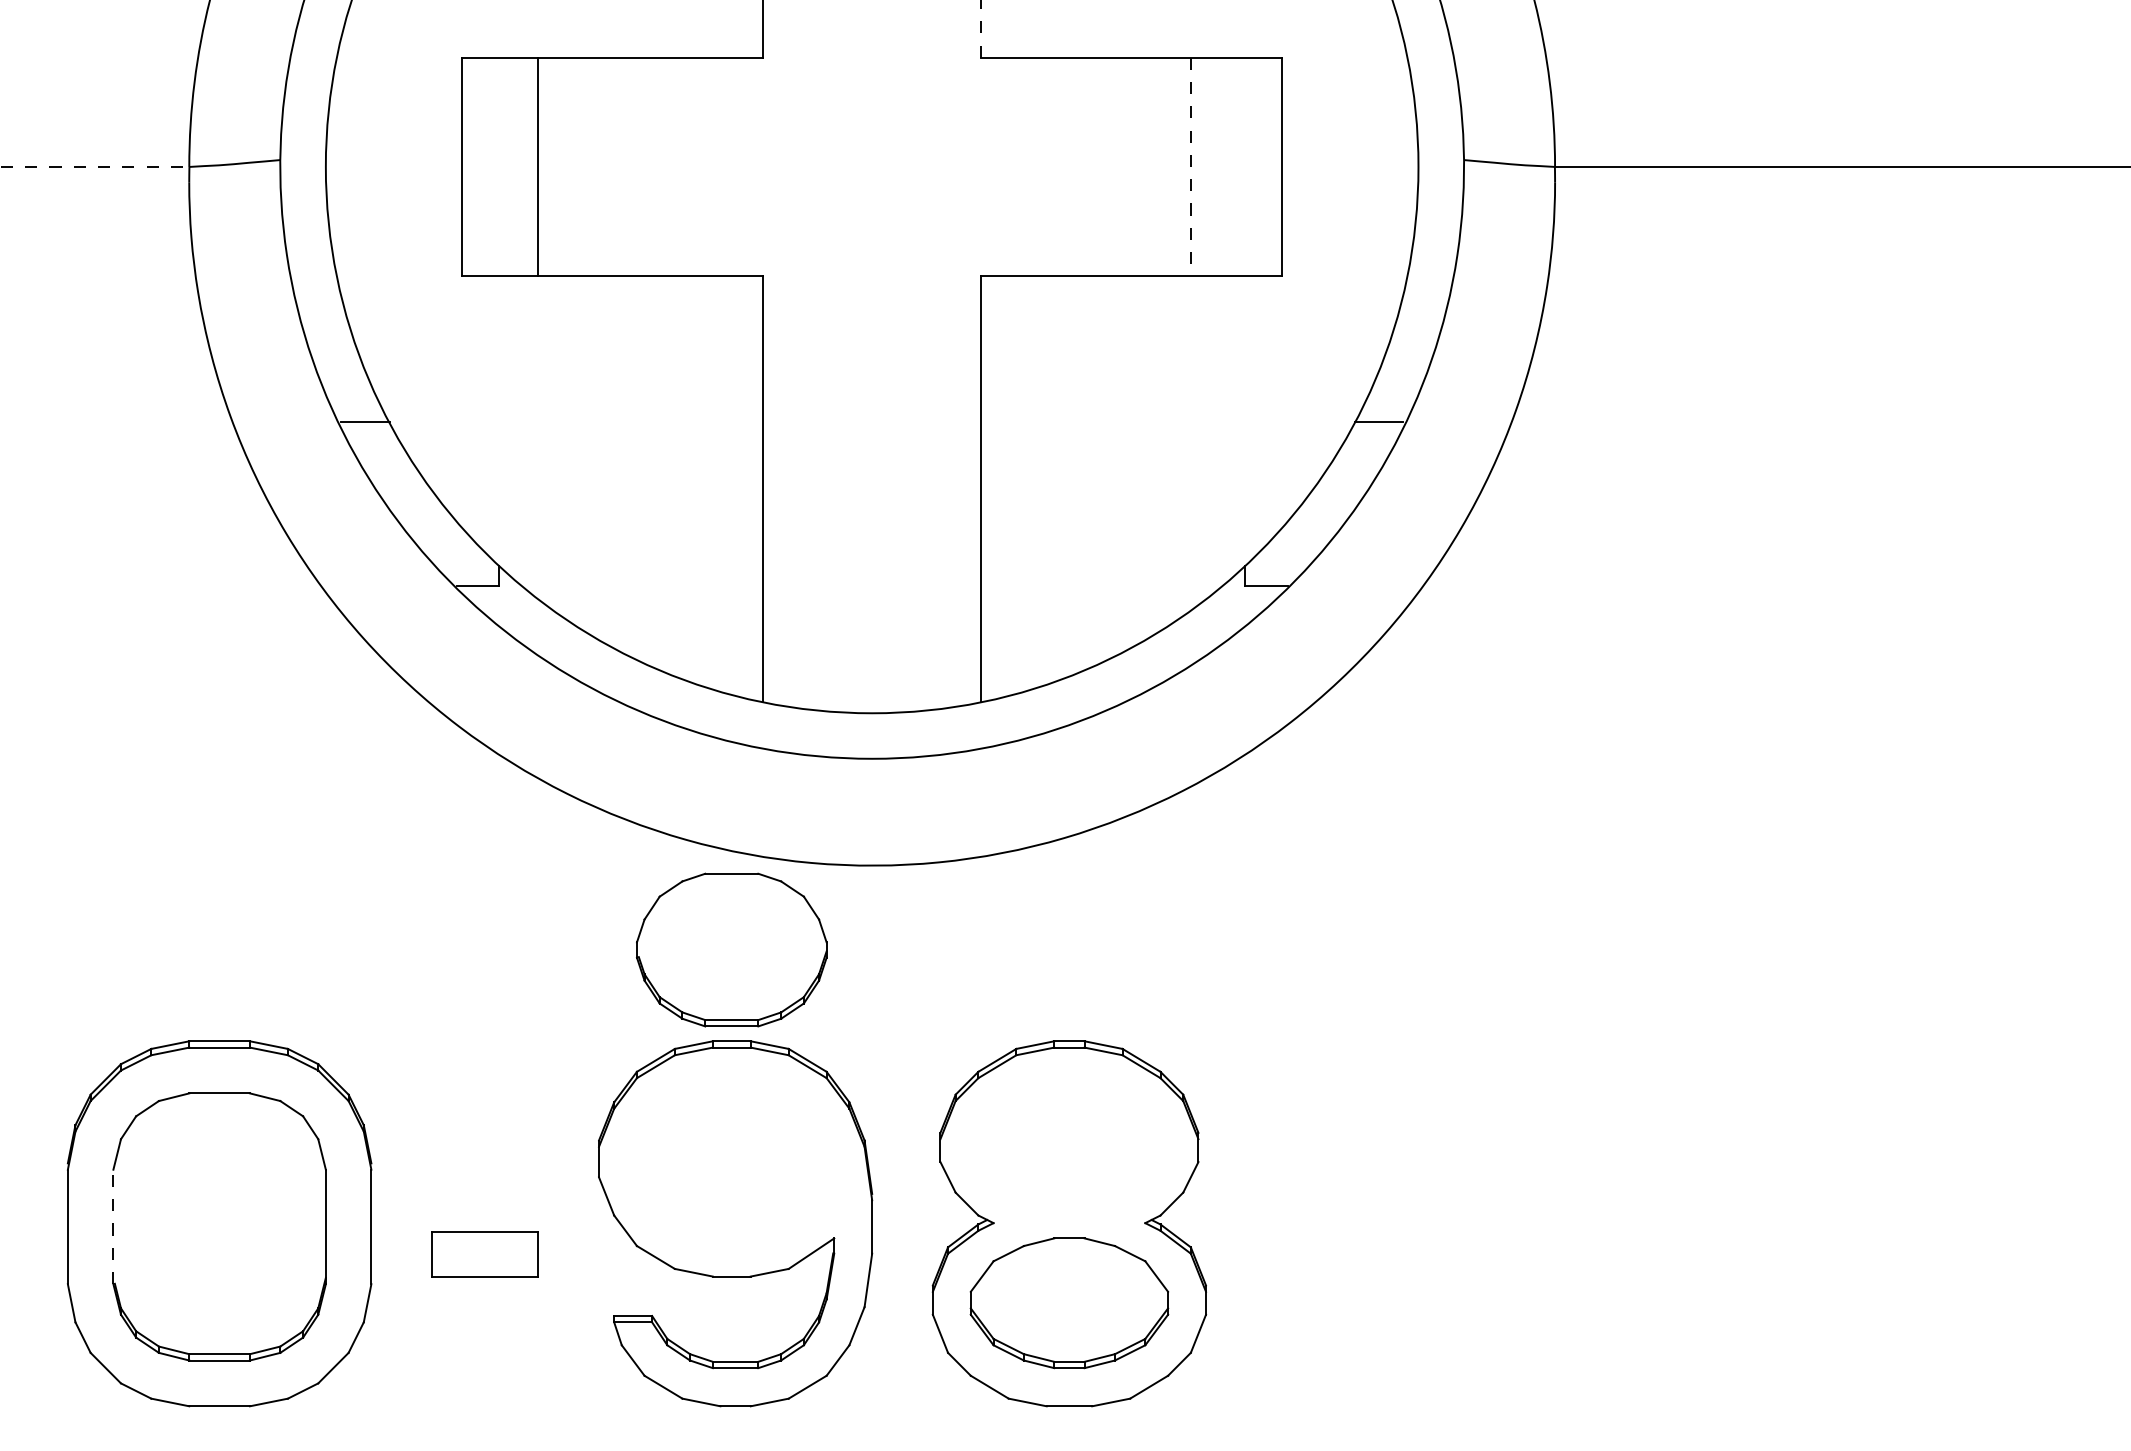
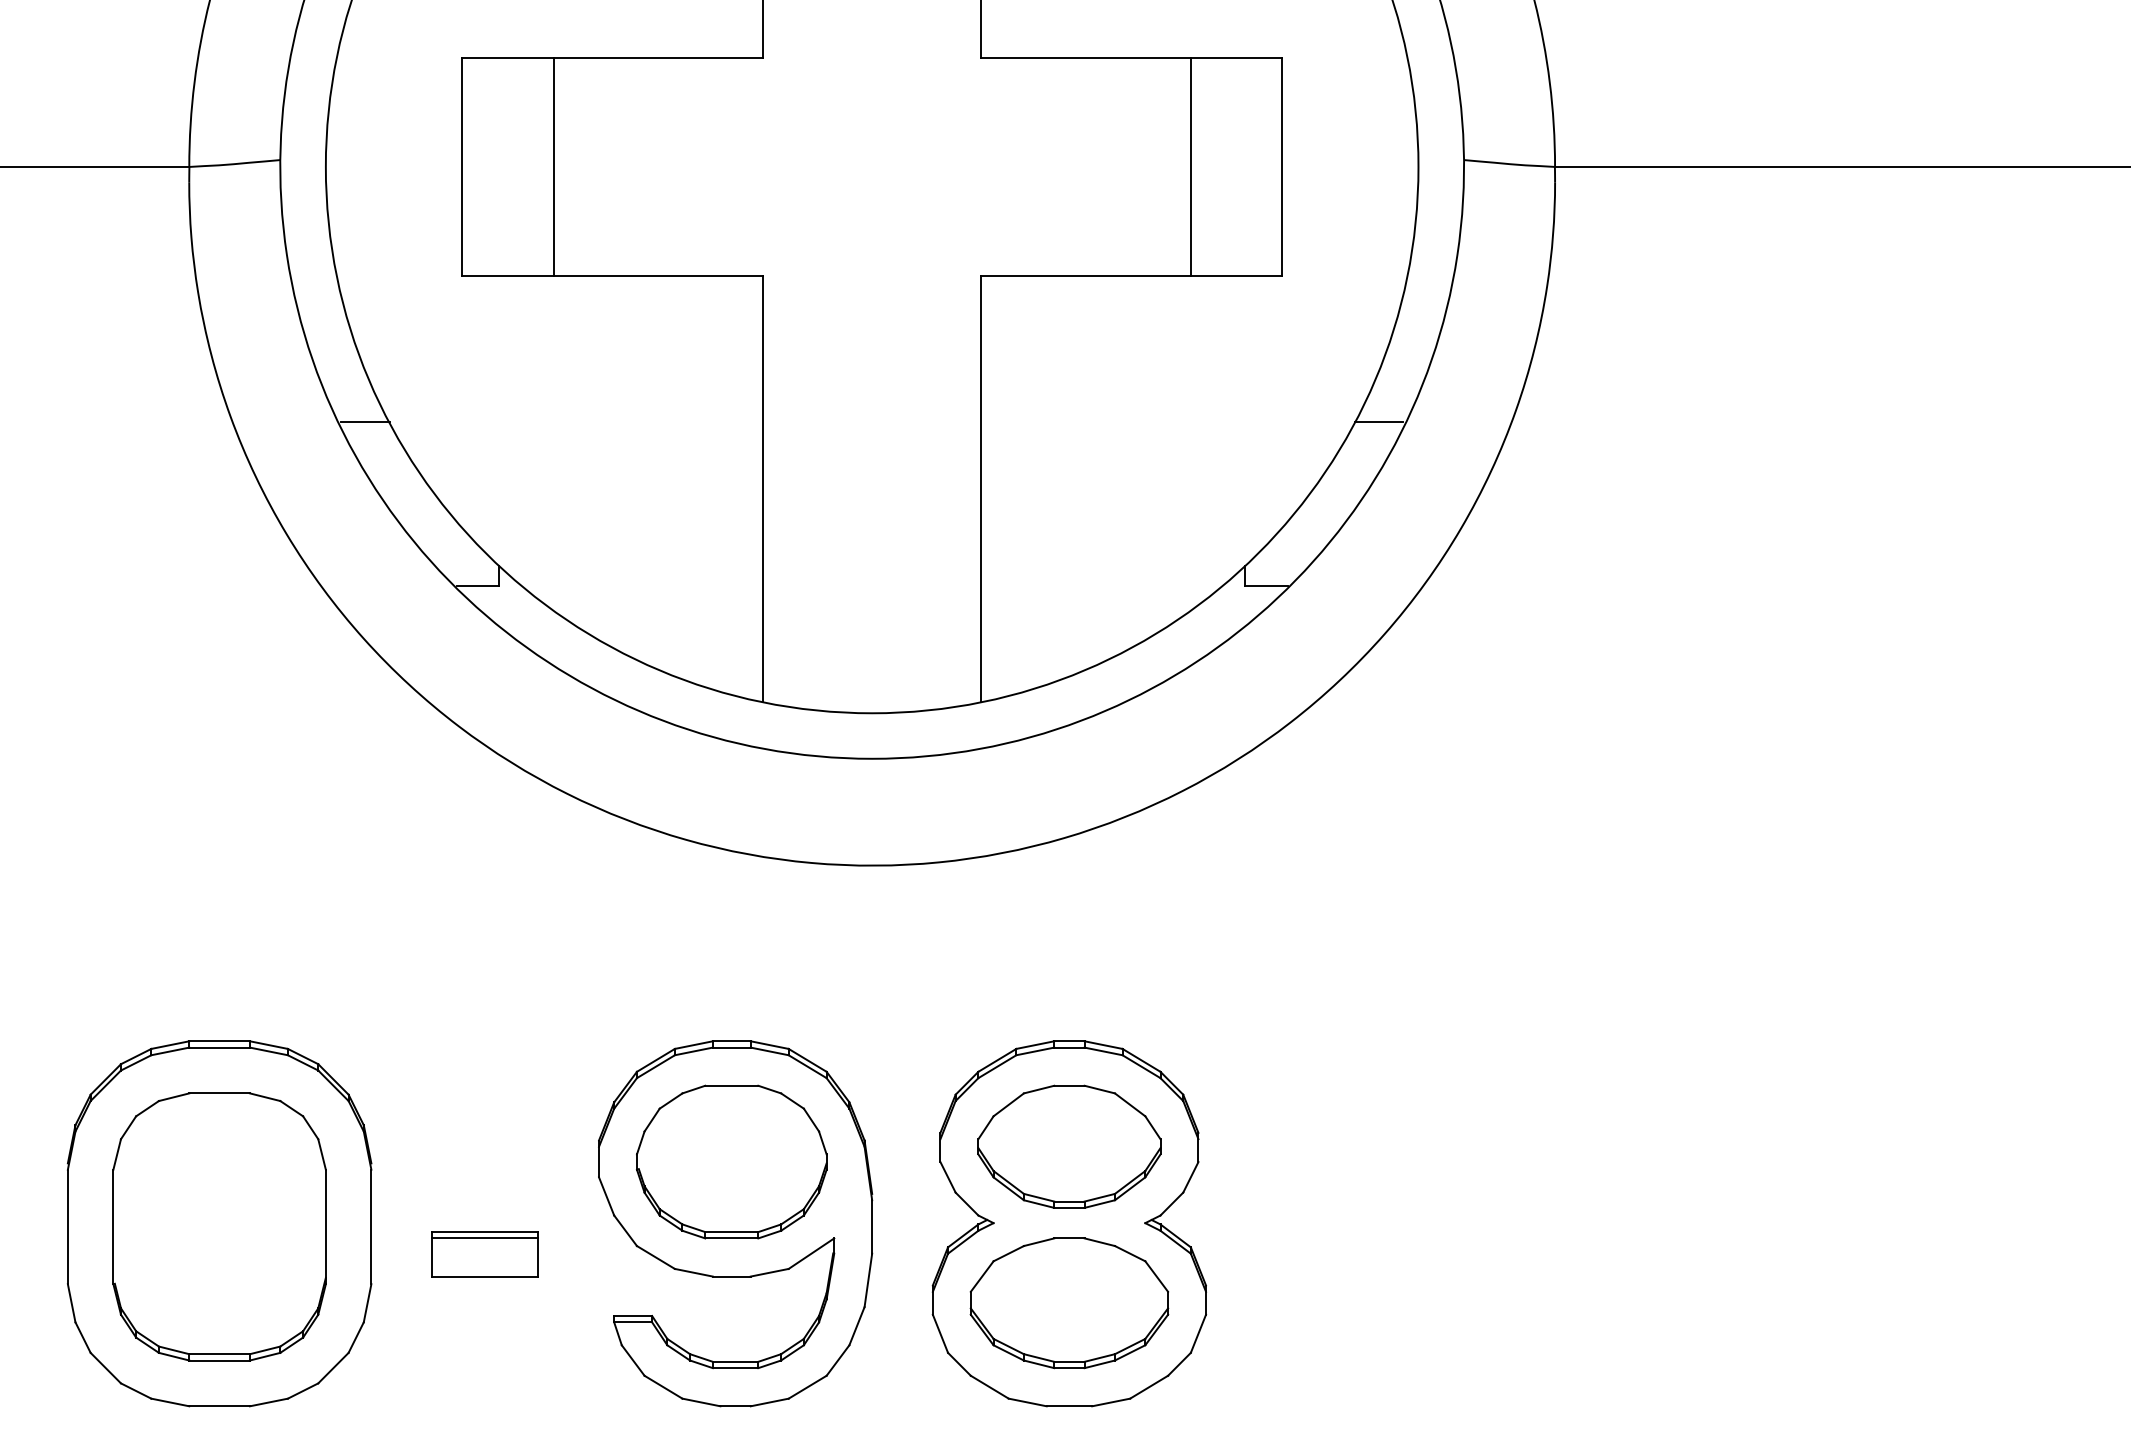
line at (981, 28): dashed -> solid
line at (95, 166): dashed -> solid
line at (537, 166) position: (537, 166) -> (553, 166)
line at (1190, 167): dashed -> solid
part at (731, 949) position: (731, 949) -> (731, 1161)
part at (1069, 1146): none -> present
line at (113, 1226): dashed -> solid
line at (485, 1238): none -> present
